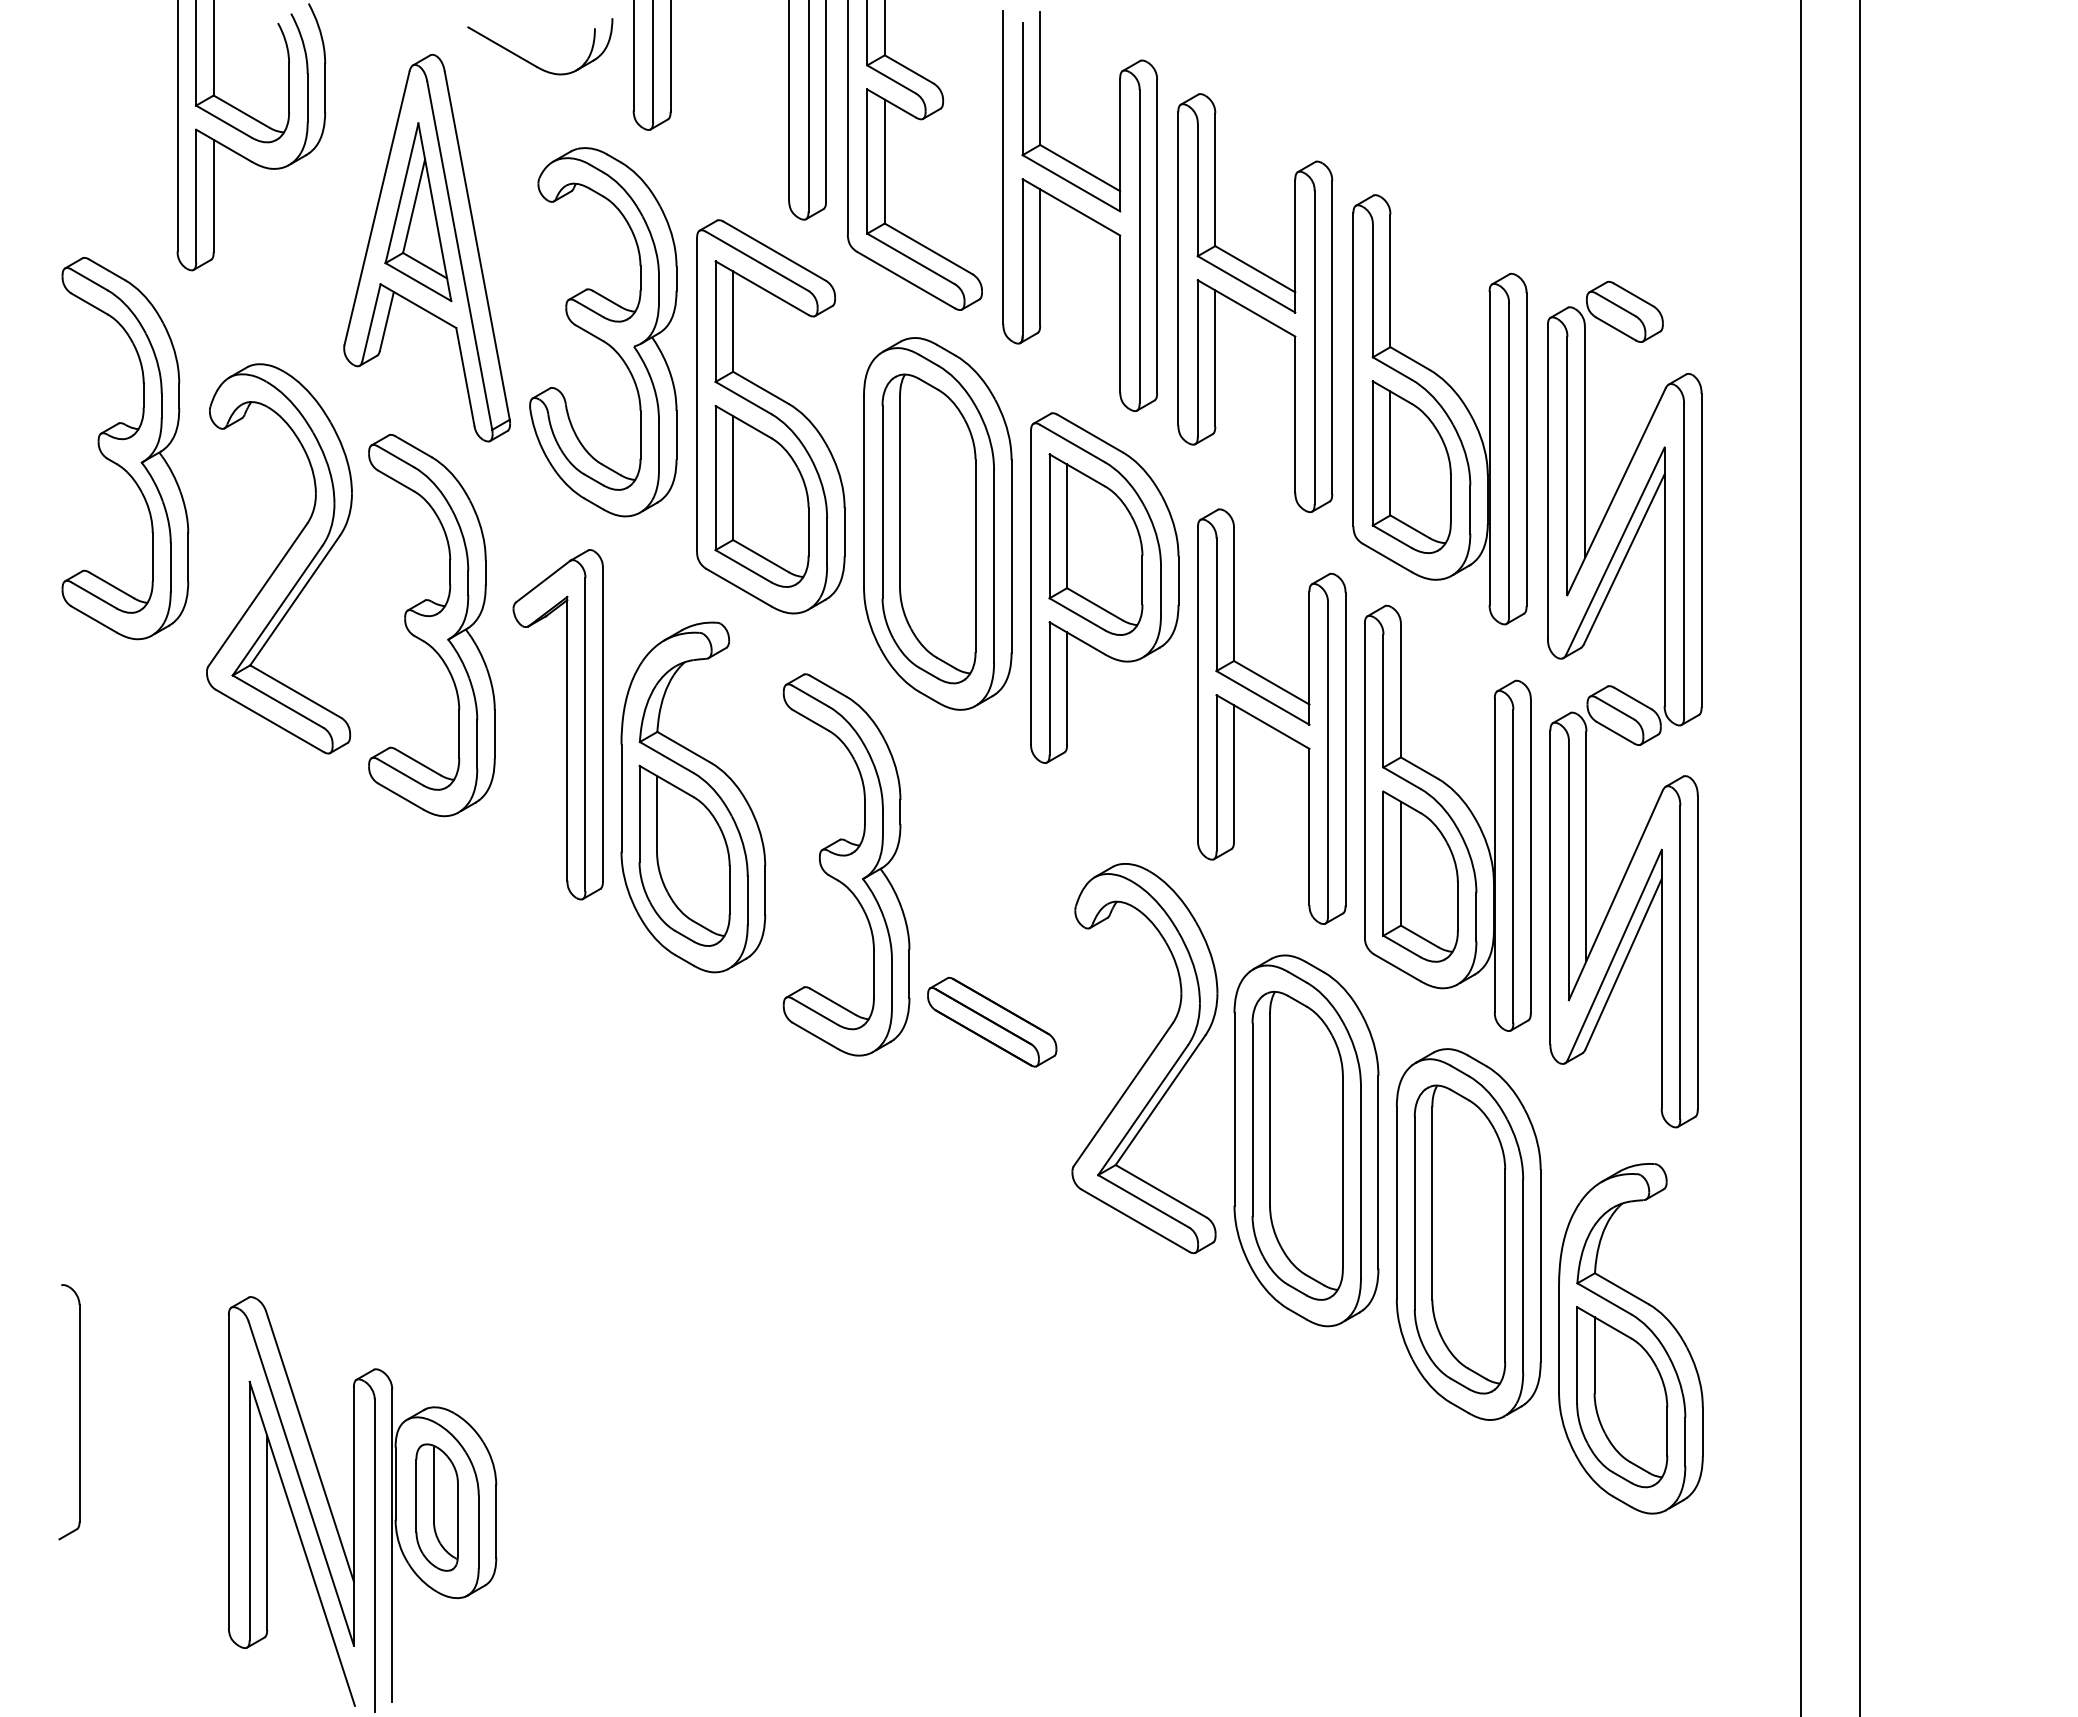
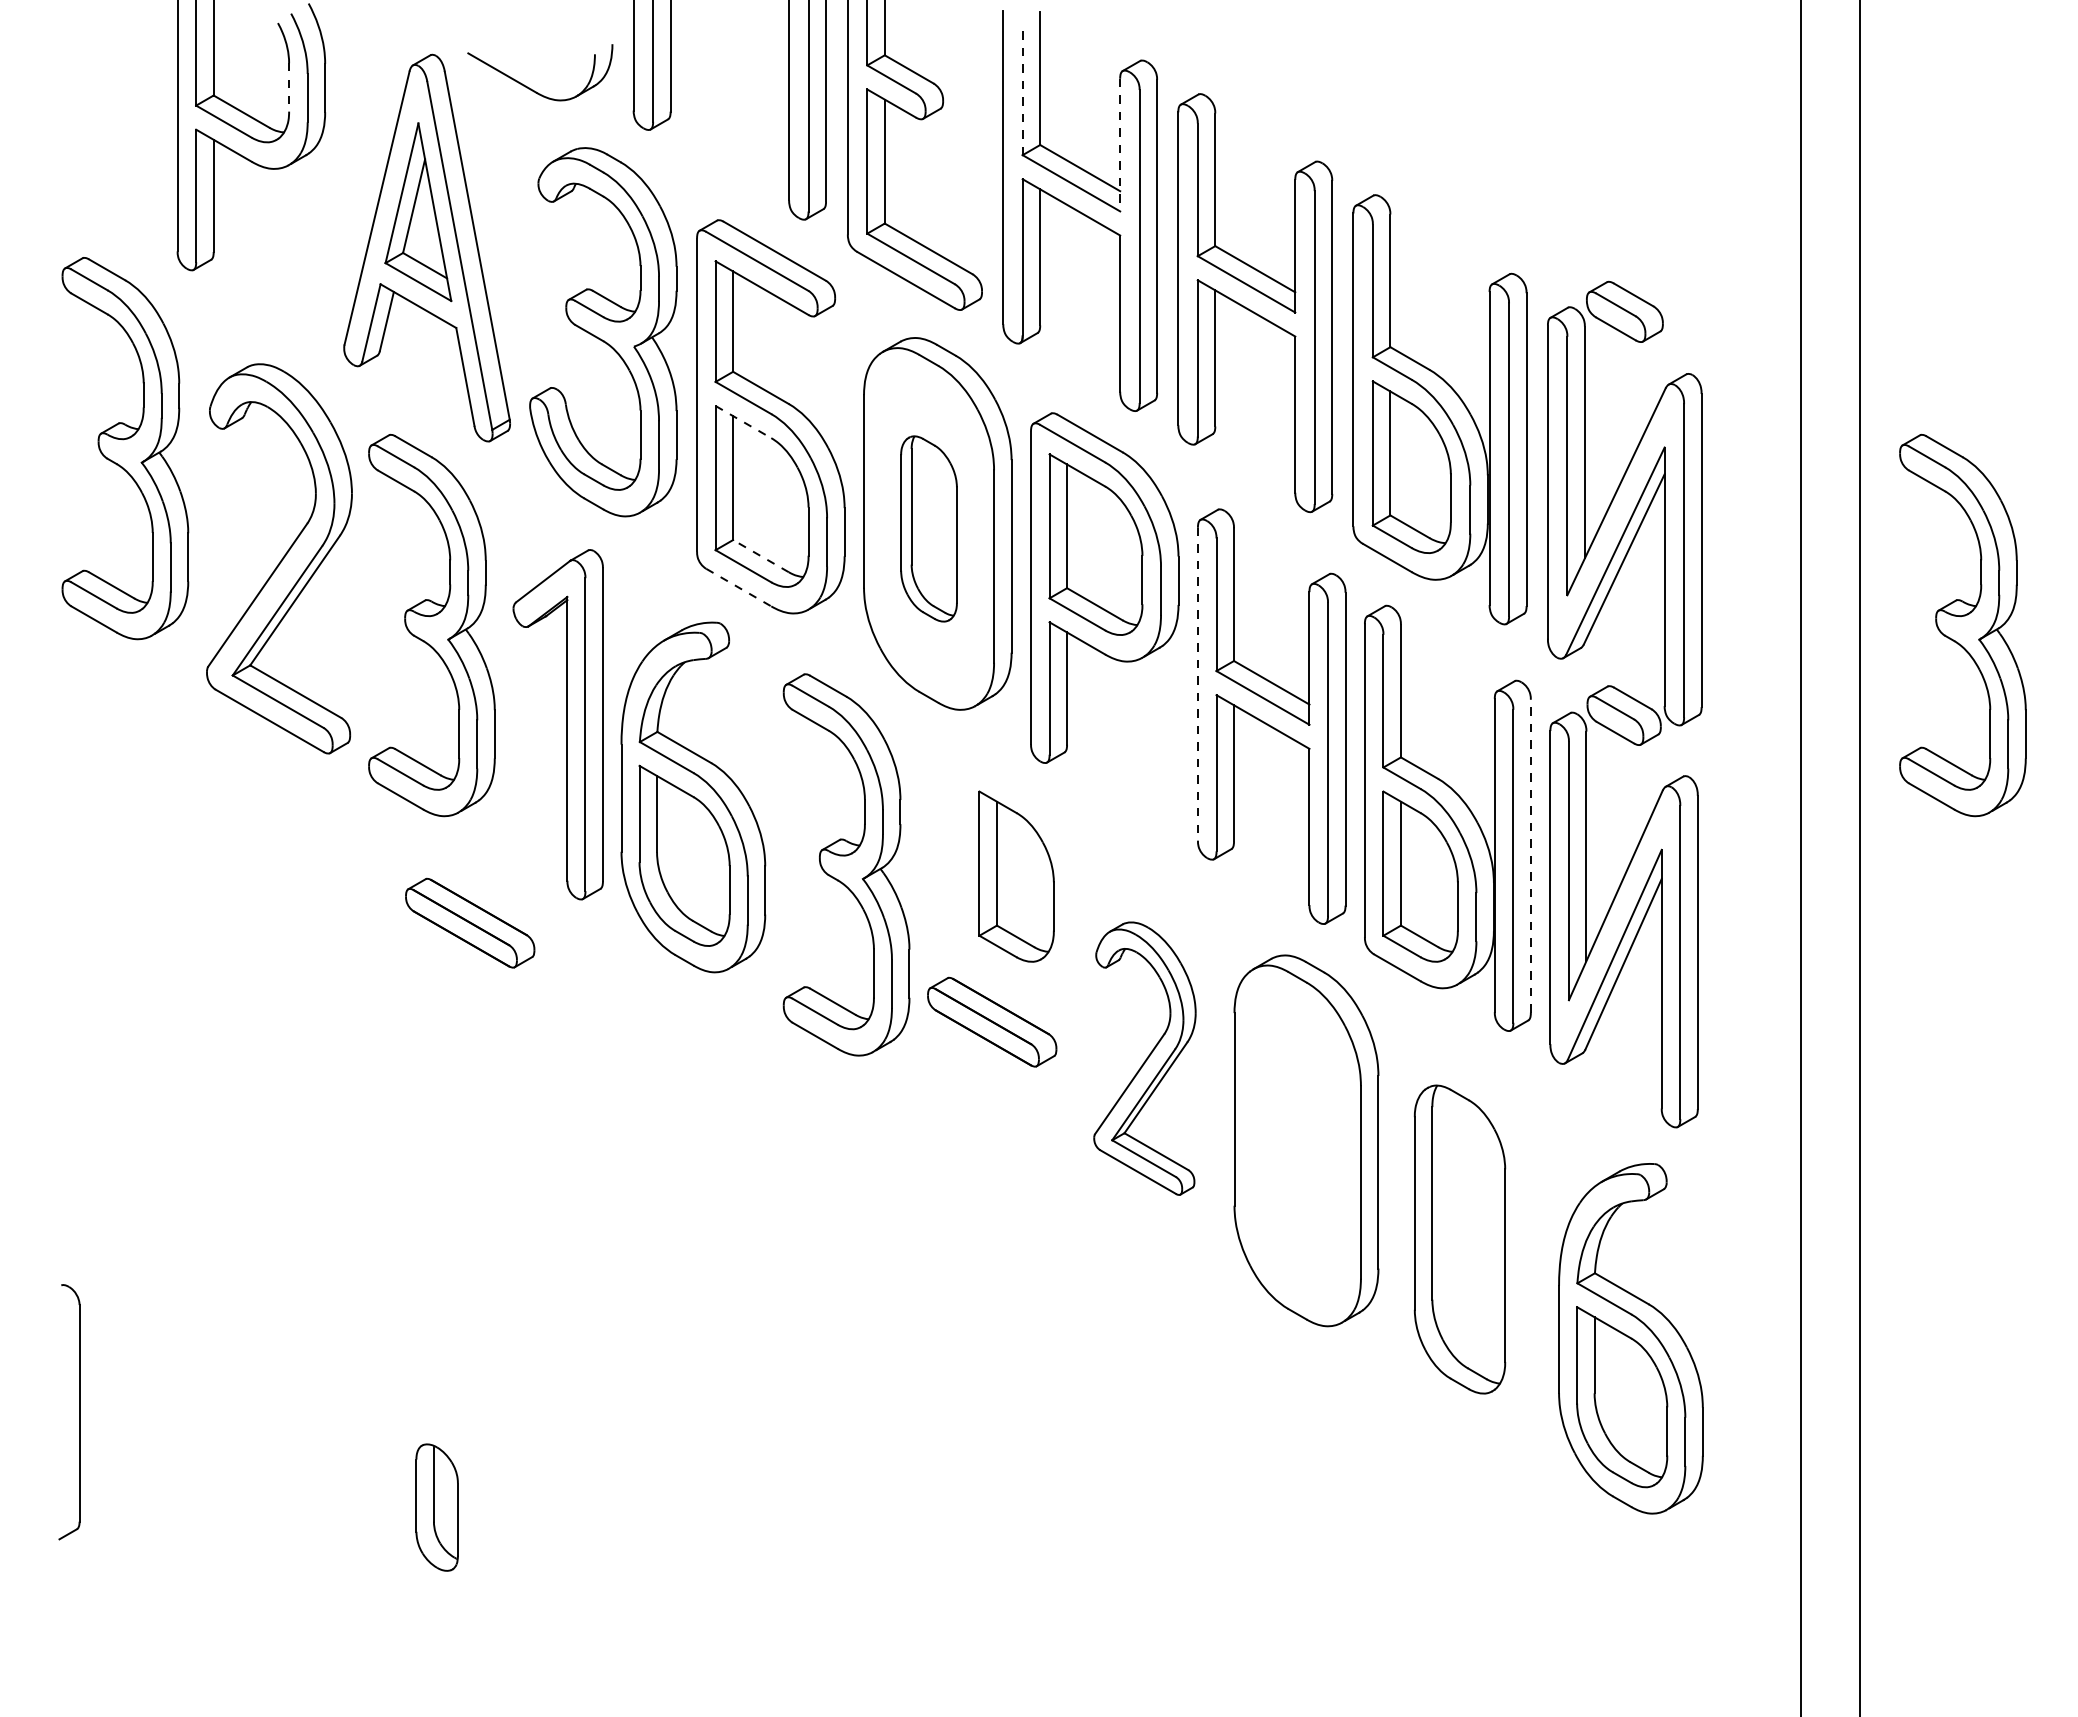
part at (531, 62) position: (531, 62) -> (531, 88)
line at (289, 87): solid -> dashed
line at (1022, 88): solid -> dashed
line at (1120, 145): solid -> dashed
line at (743, 422): solid -> dashed
part at (928, 528) size: 96x312 px -> 58x188 px
line at (760, 555): solid -> dashed
line at (739, 587): solid -> dashed
part at (1962, 625): none -> present
line at (1197, 684): solid -> dashed
line at (1530, 855): solid -> dashed
part at (1016, 876): none -> present
part at (470, 922): none -> present
part at (1144, 1058) size: 148x392 px -> 104x275 px
part at (1297, 1145): present -> none
part at (1468, 1234): present -> none
part at (354, 1504): present -> none
